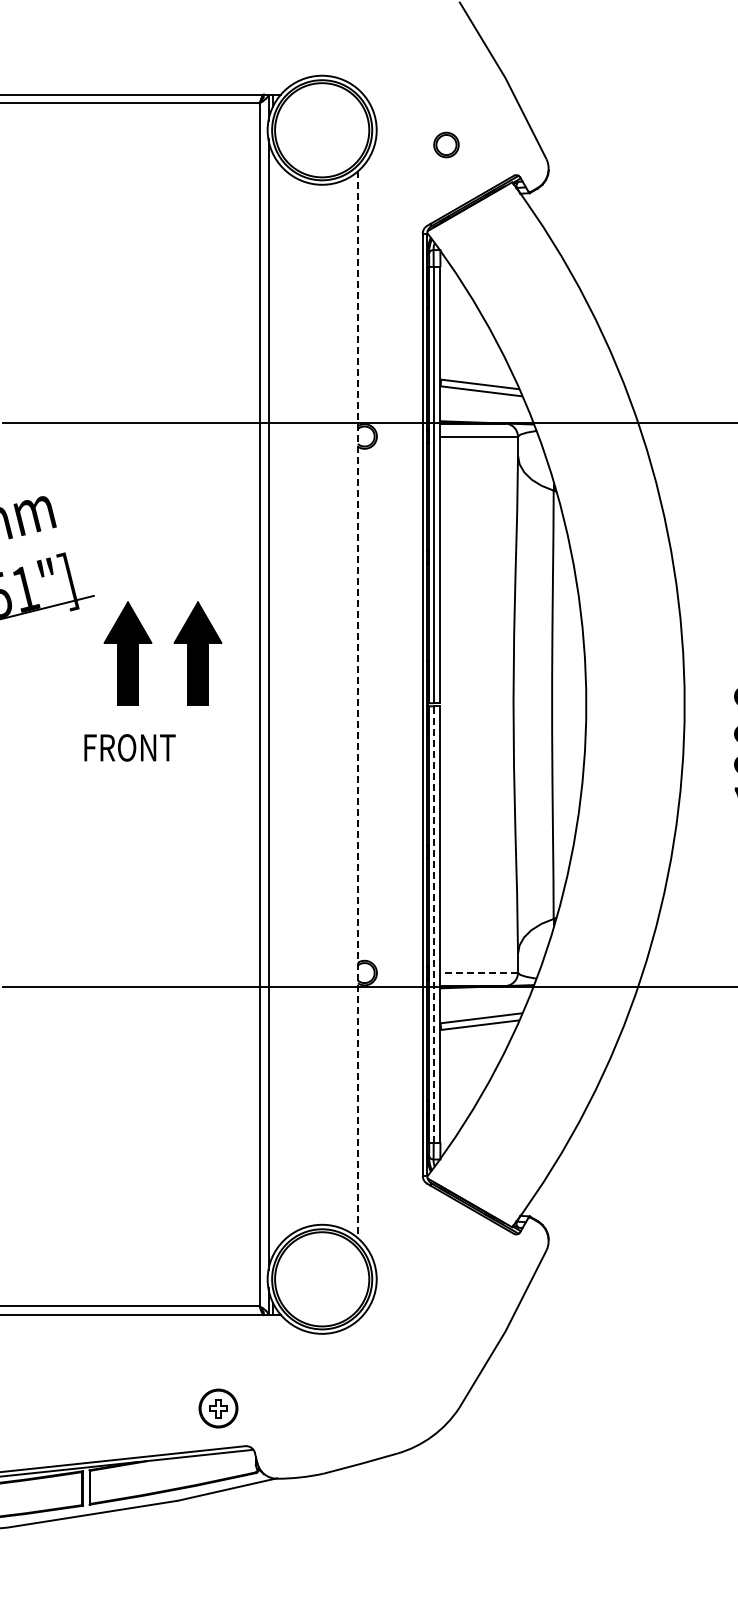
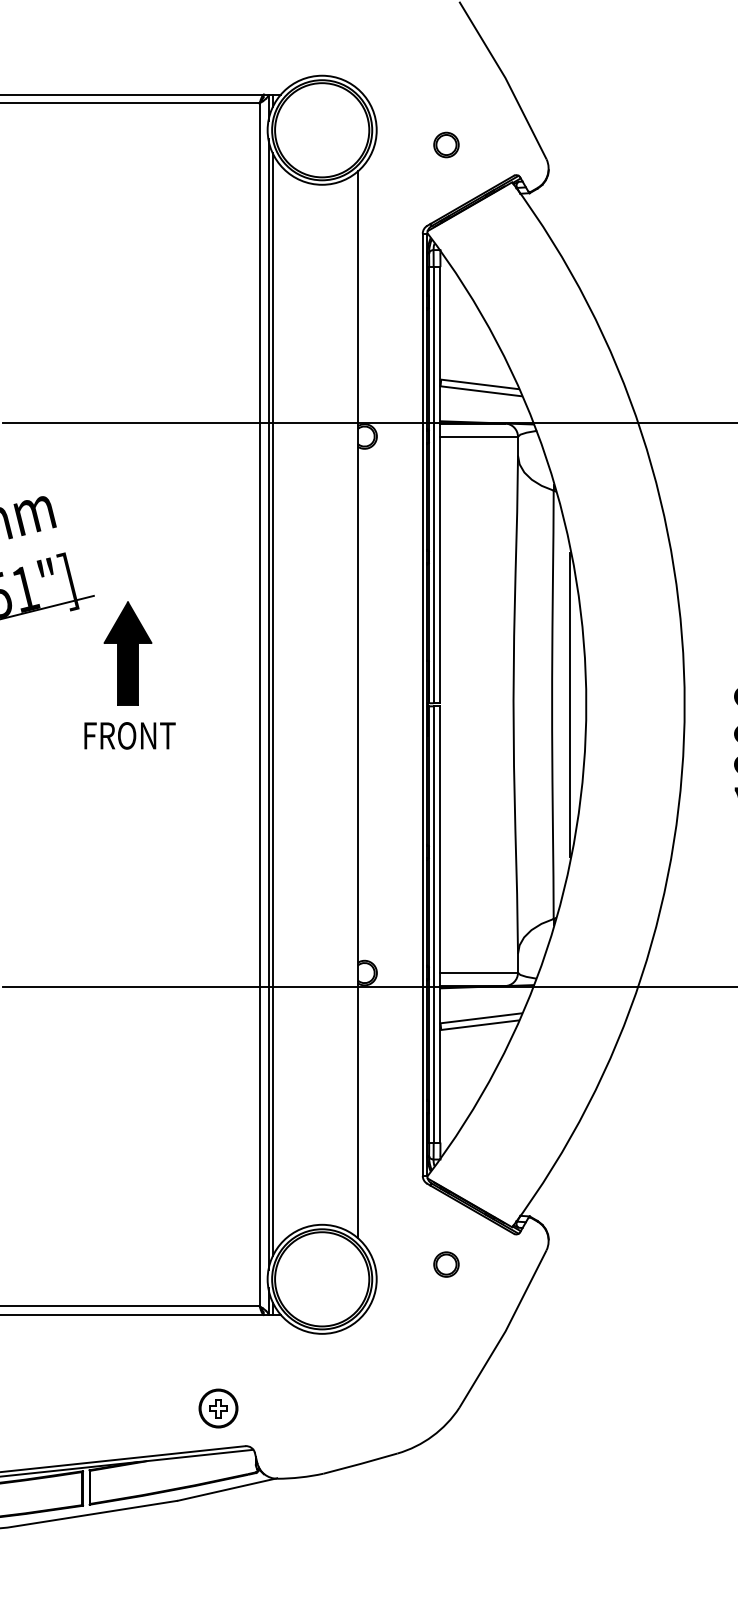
part at (197, 653): present -> none
line at (273, 704): none -> present
line at (357, 704): dashed -> solid
line at (570, 704): none -> present
text at (129, 747) position: (129, 747) -> (129, 735)
line at (433, 923): dashed -> solid
line at (479, 972): dashed -> solid
part at (446, 1264): none -> present
